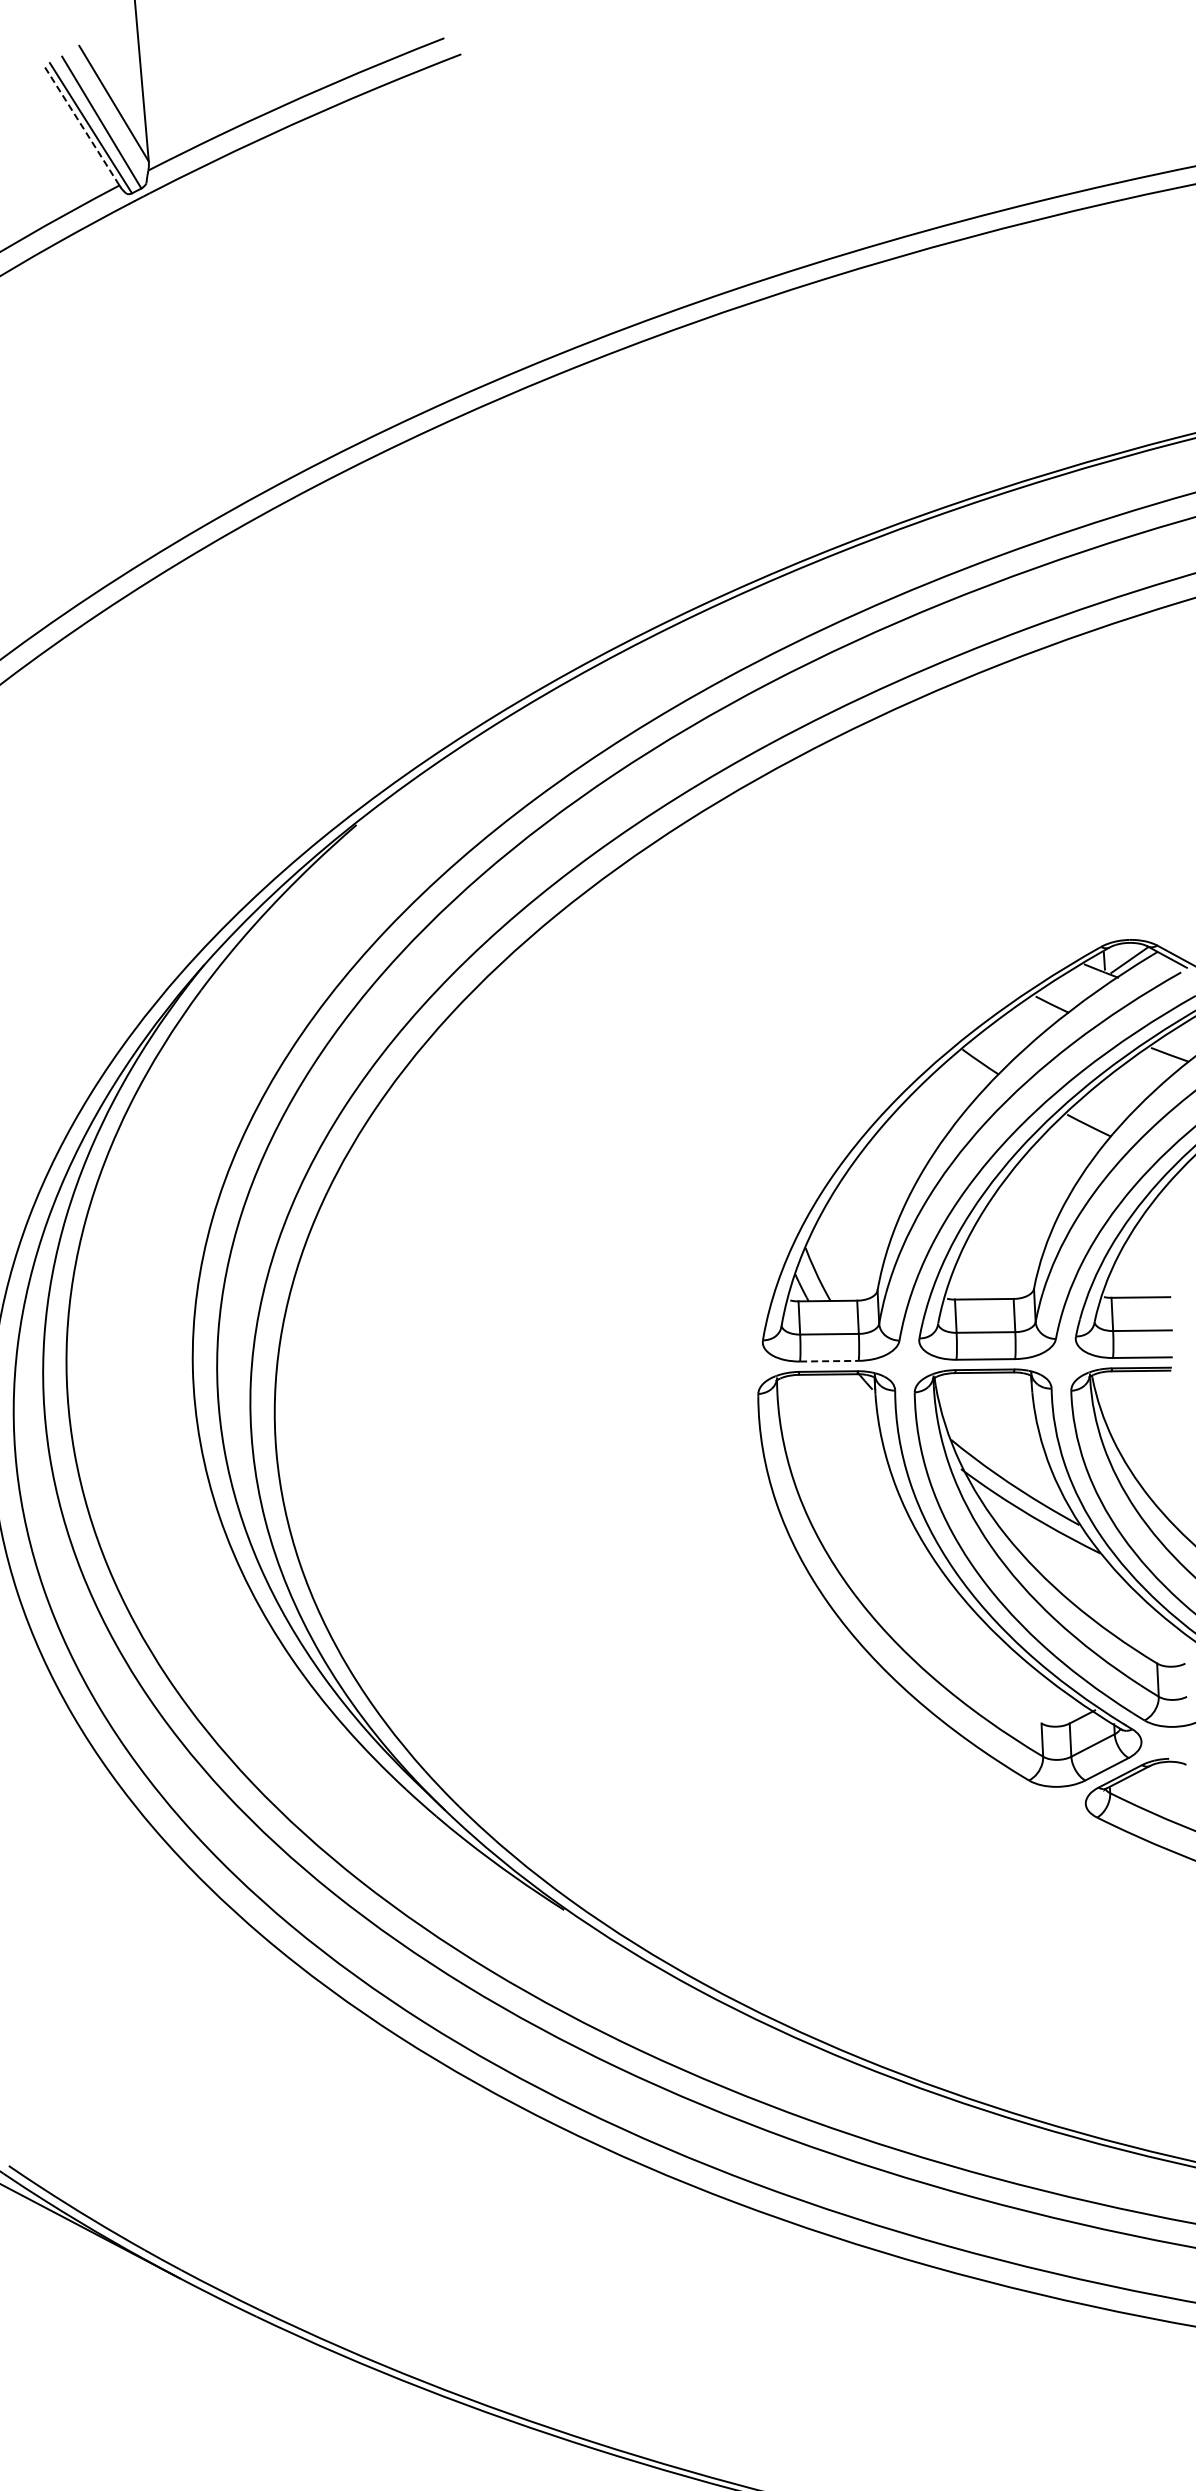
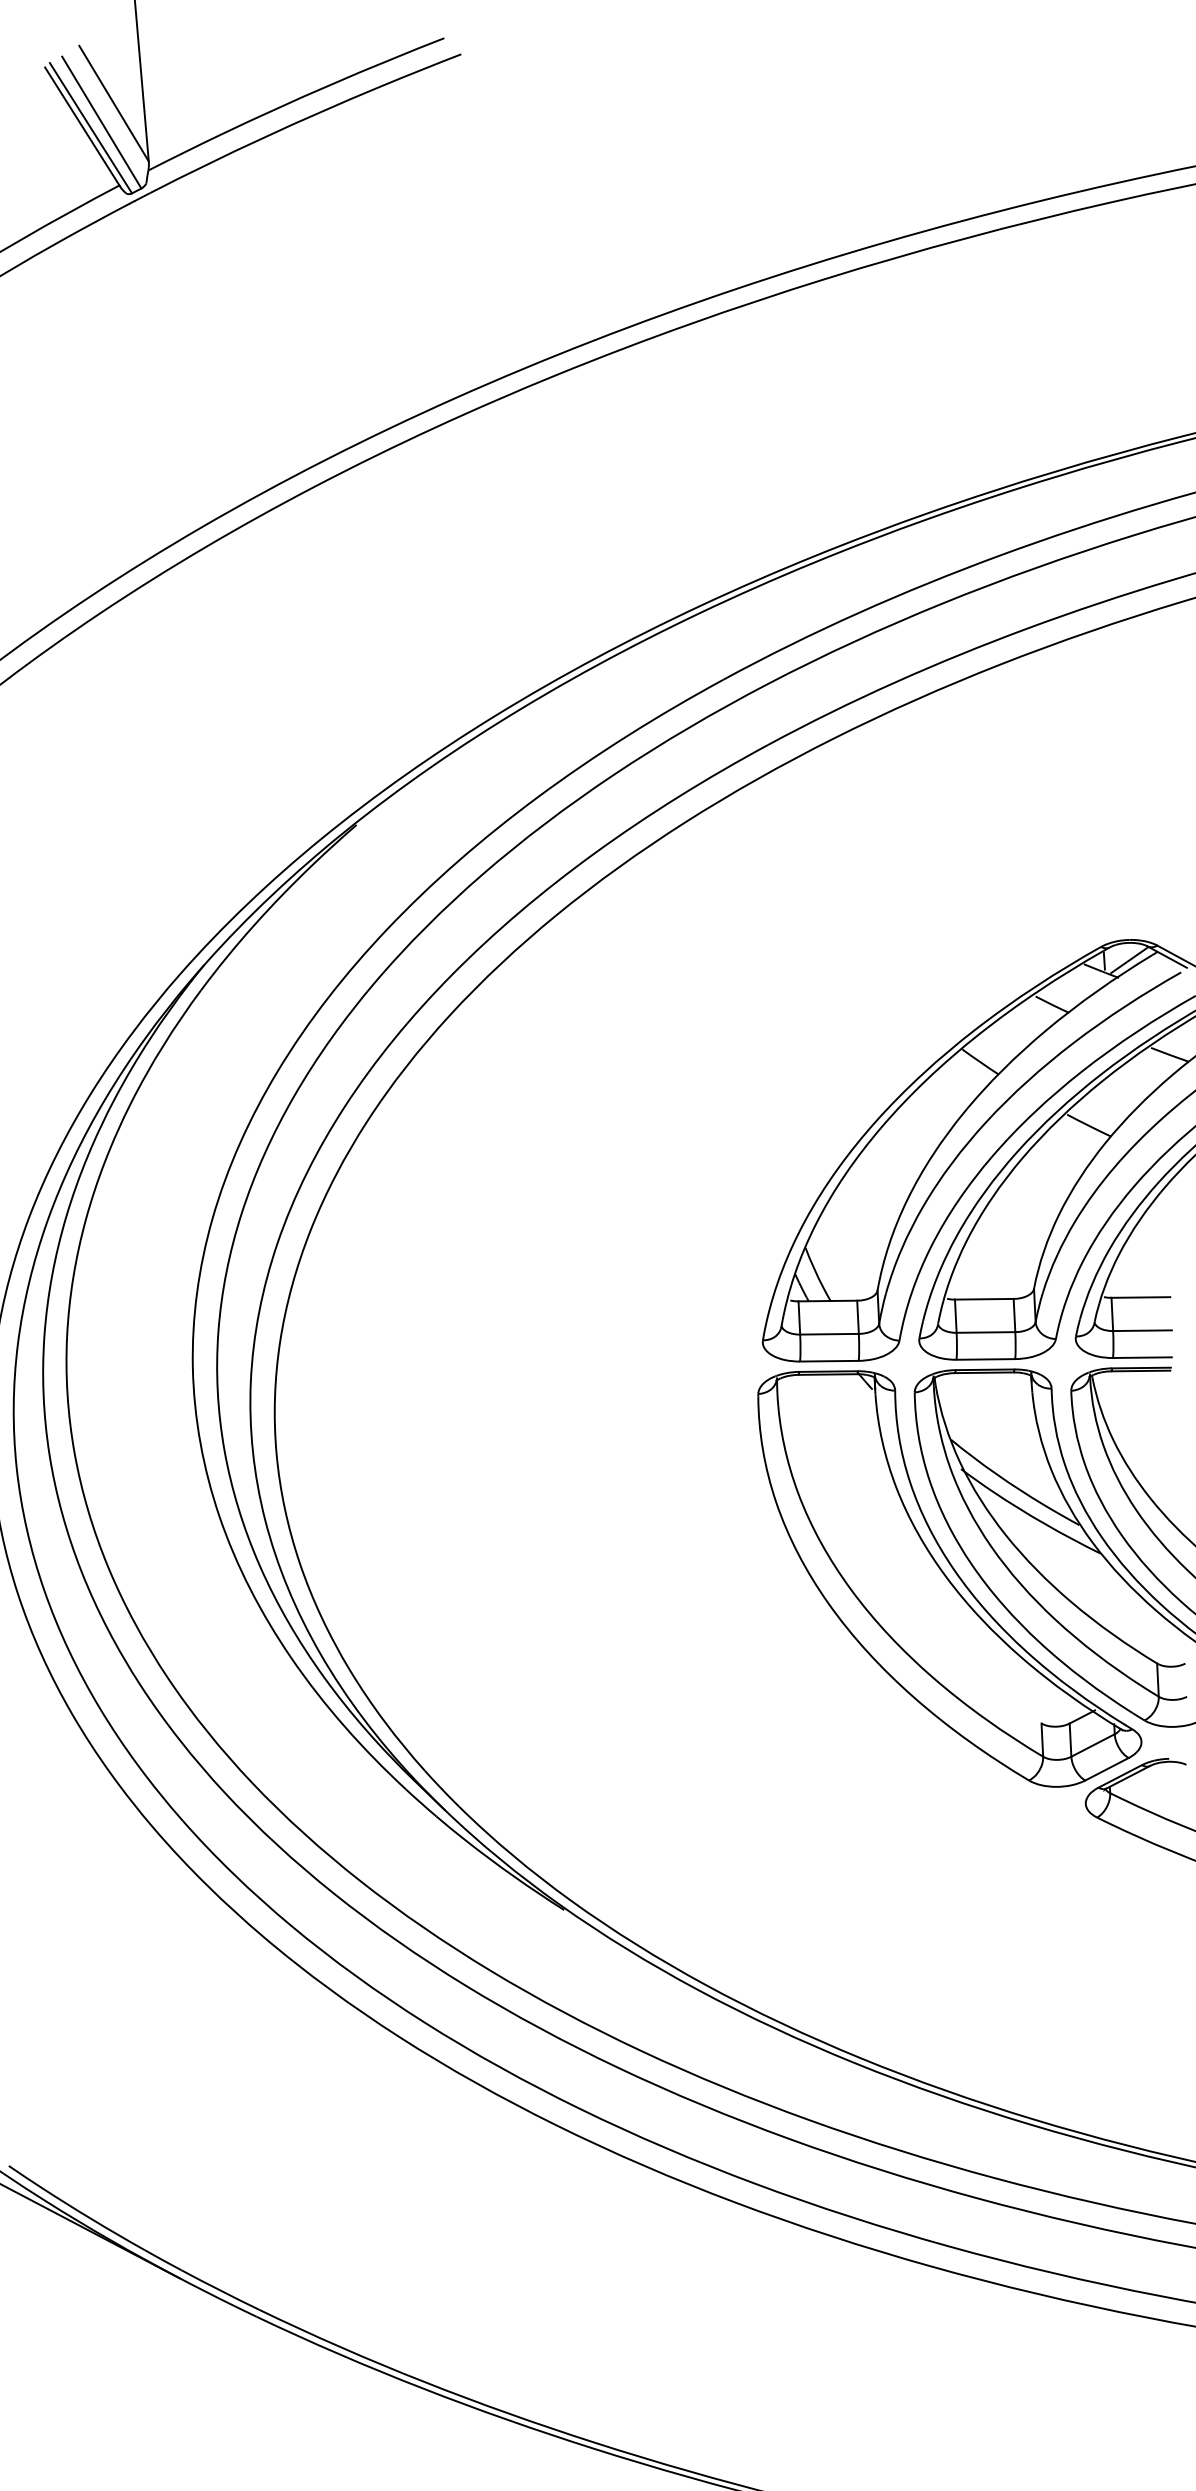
line at (82, 126): dashed -> solid
line at (829, 1361): dashed -> solid
